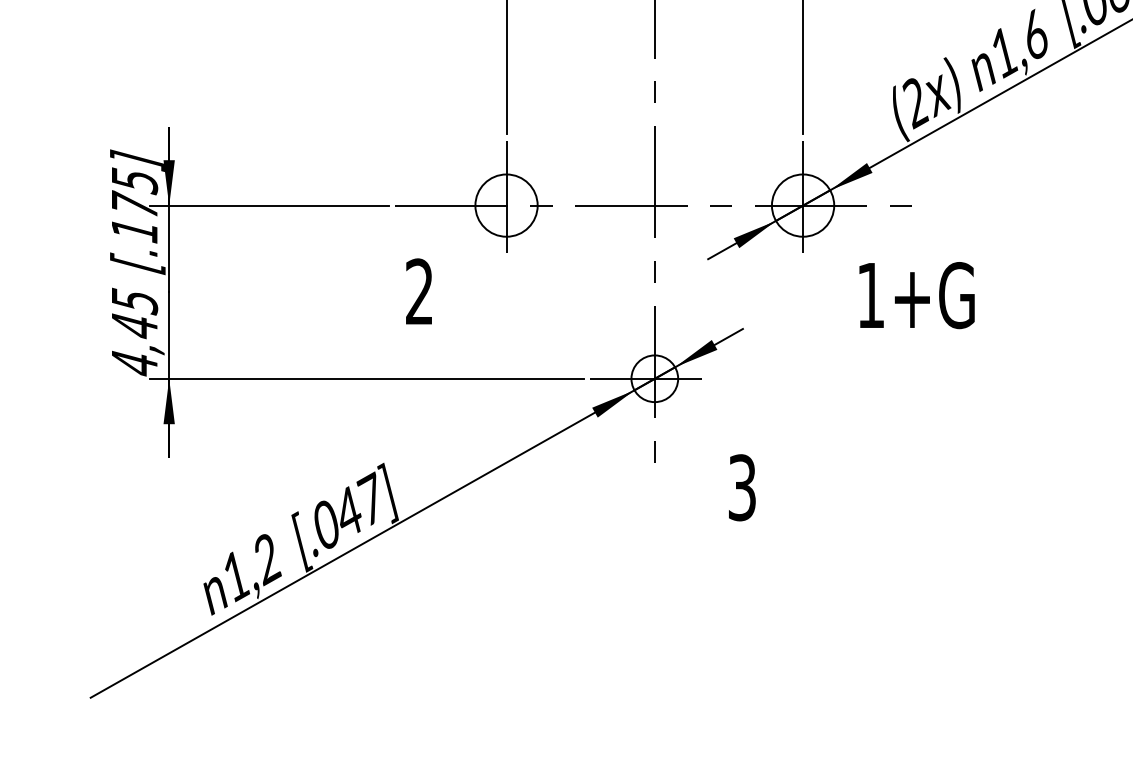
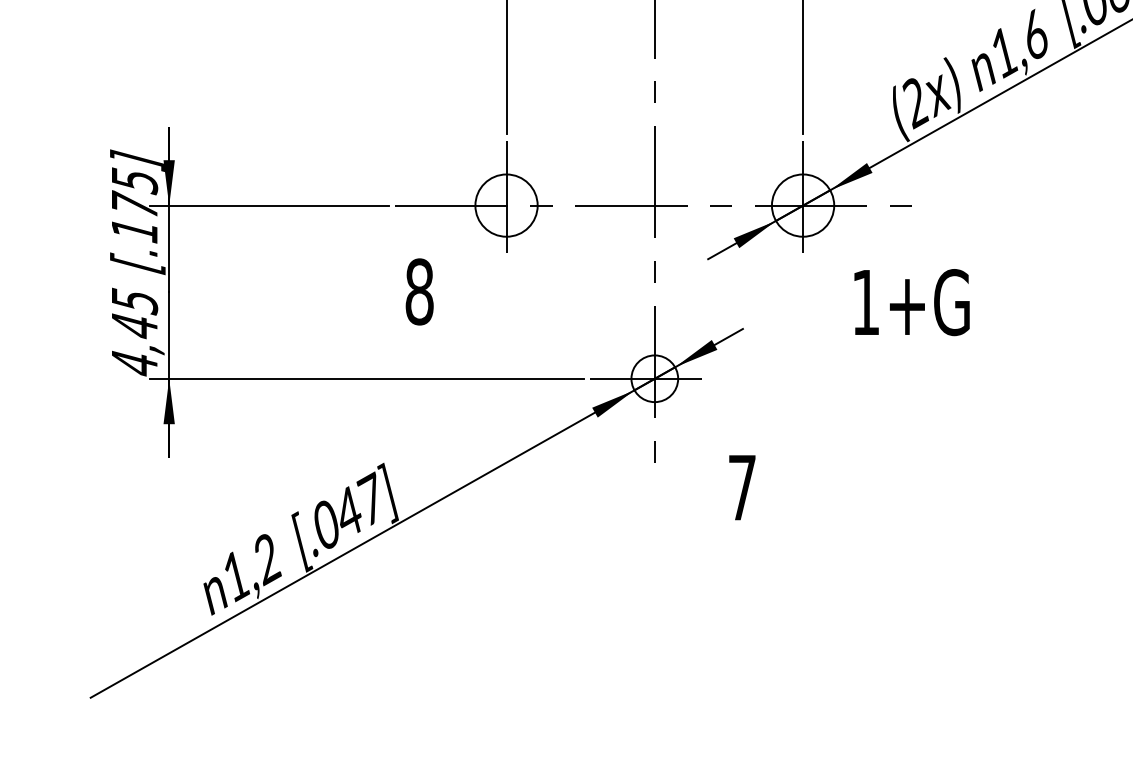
text at (419, 291): 2 -> 8
text at (916, 295) position: (916, 295) -> (911, 302)
text at (742, 487): 3 -> 7
